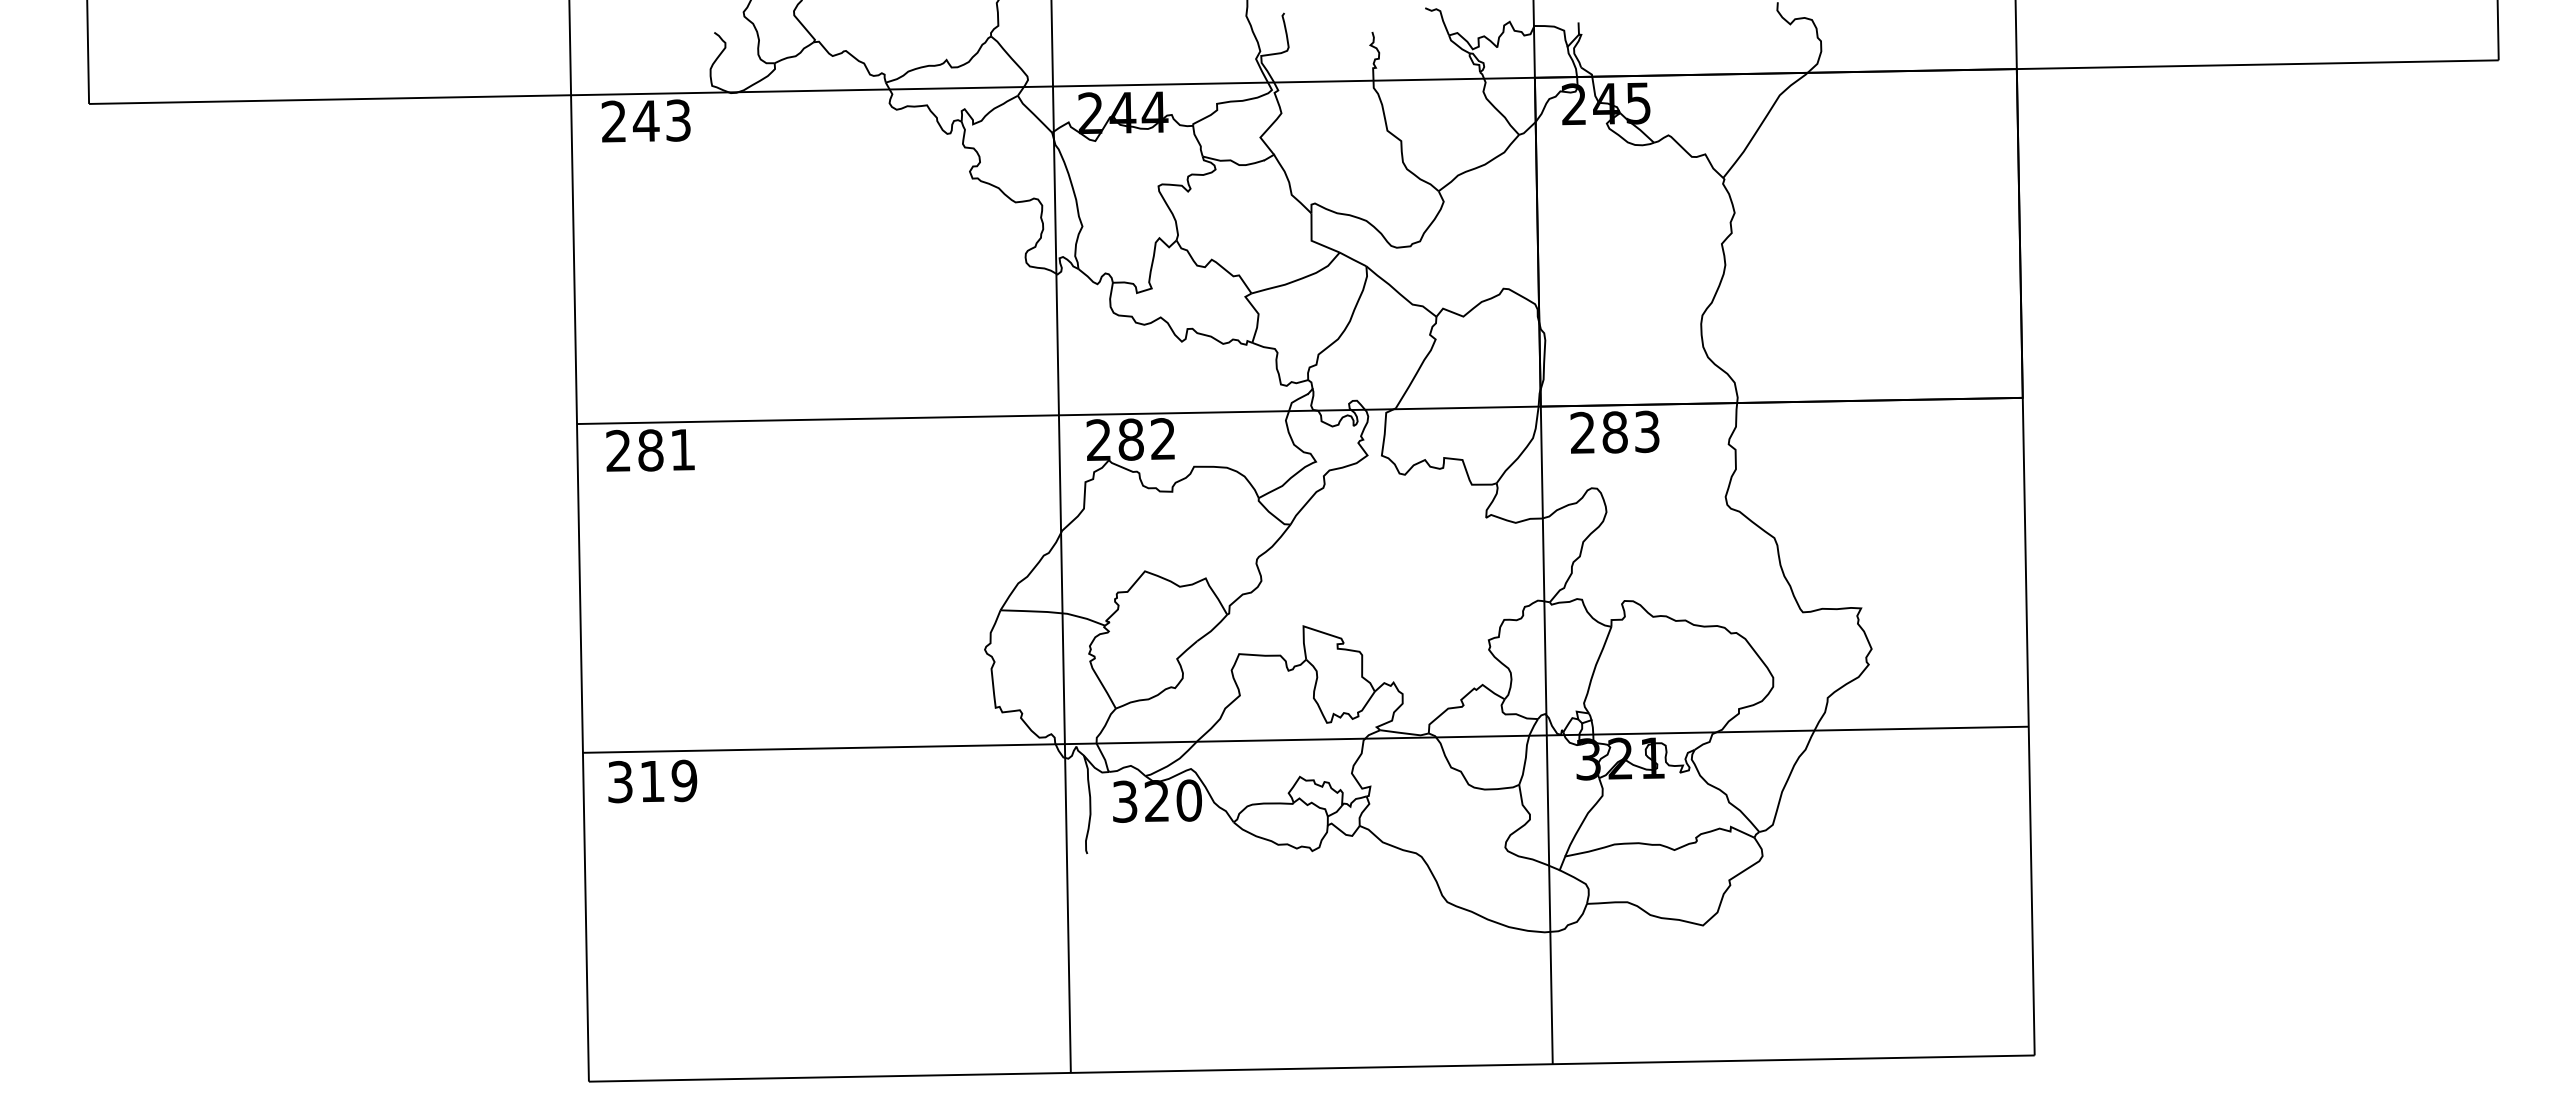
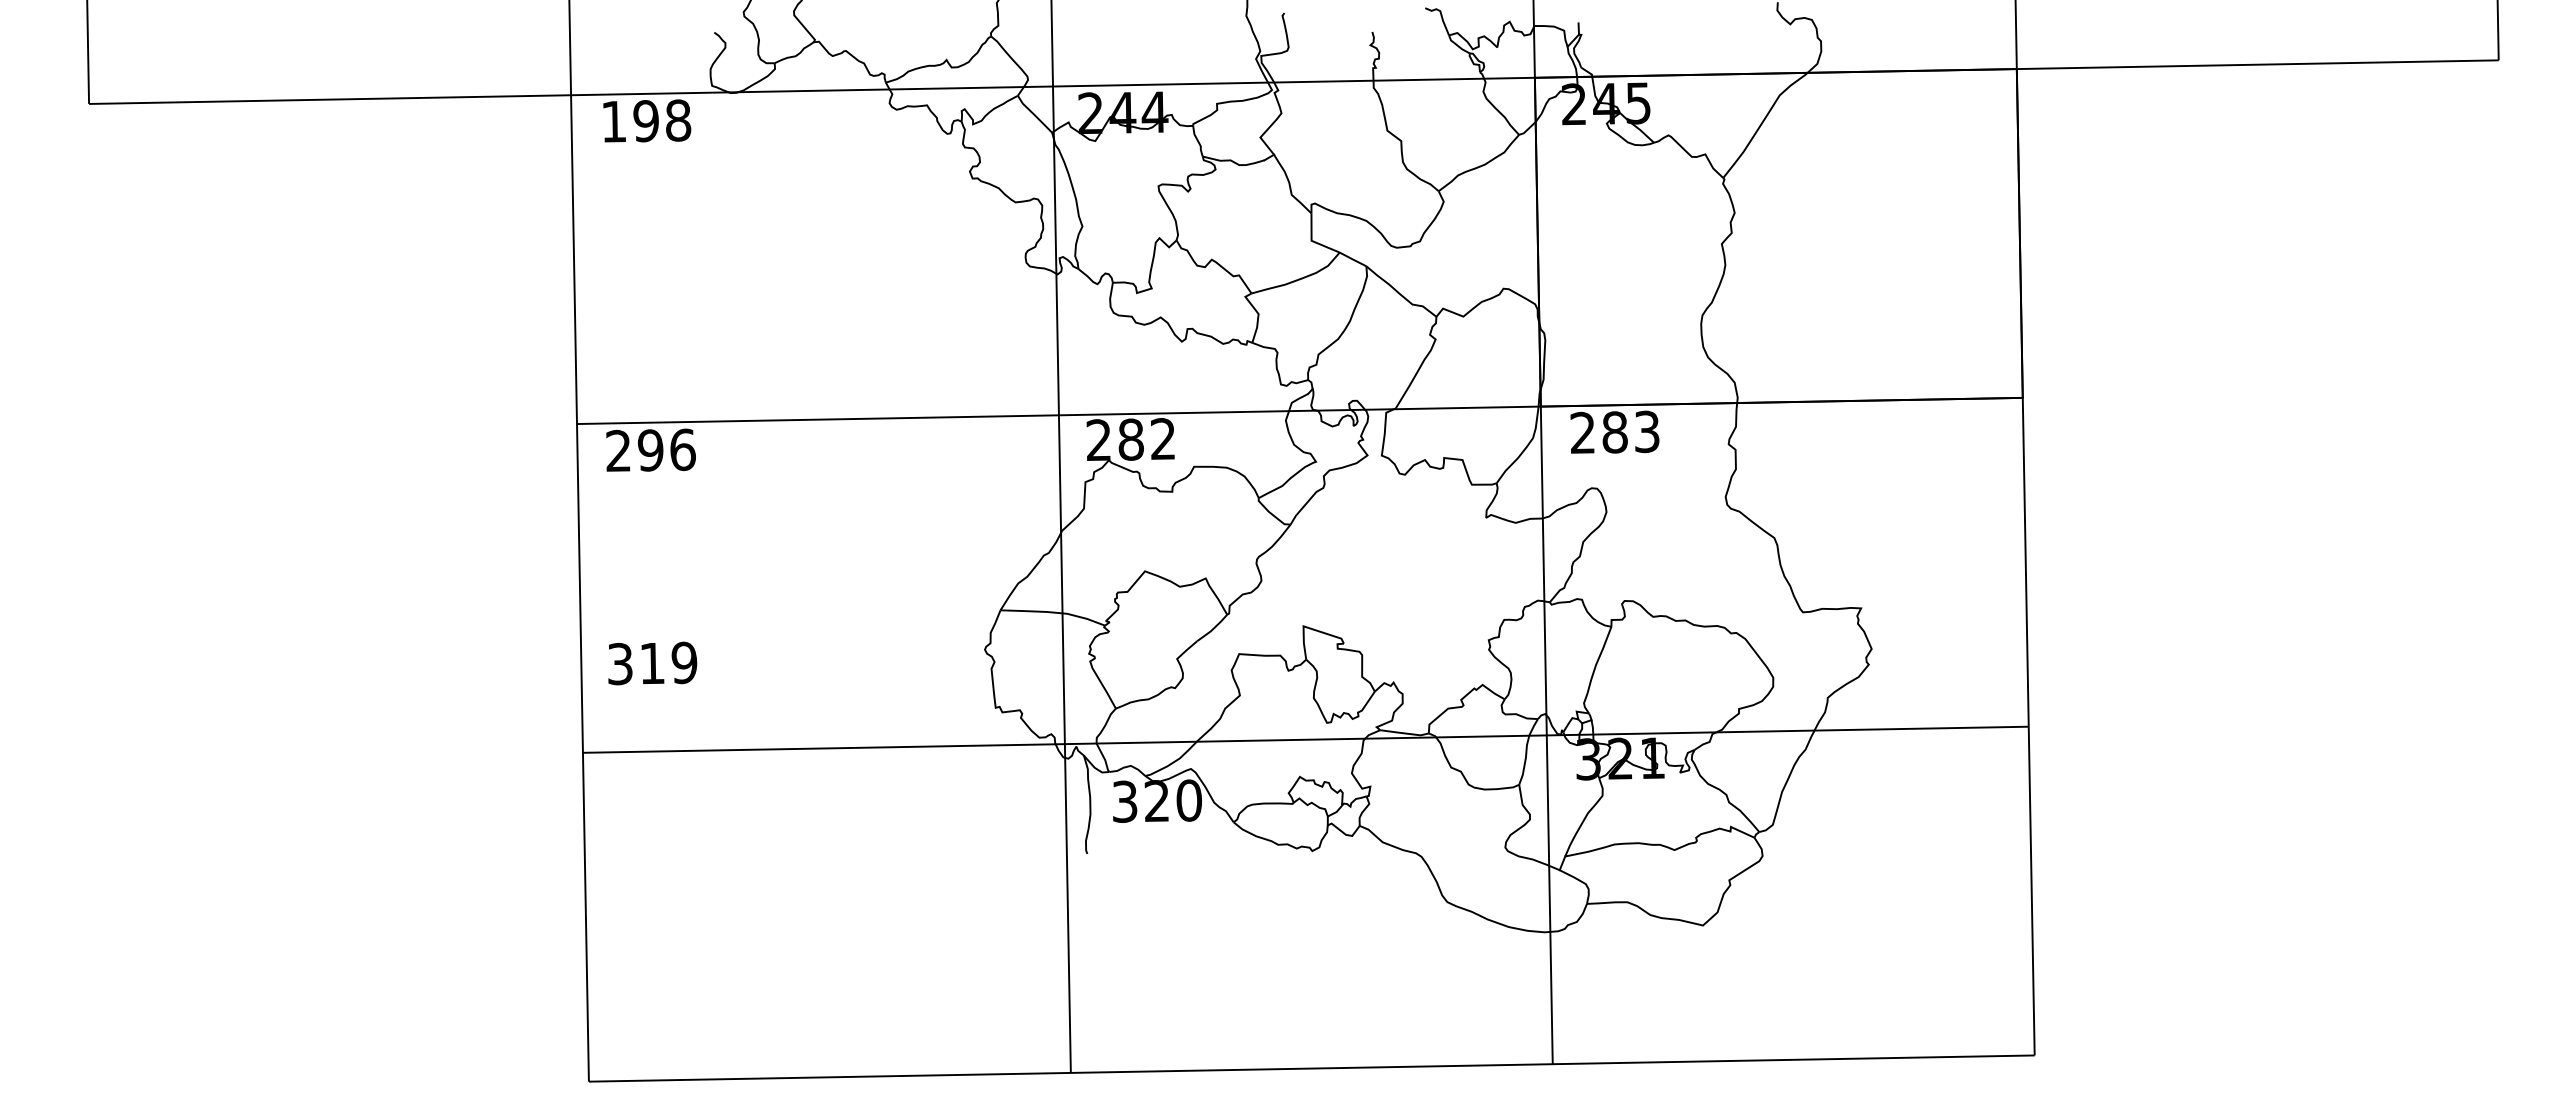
text at (646, 120): 243 -> 198
text at (666, 449): 281 -> 296
text at (652, 781) position: (652, 781) -> (652, 663)
